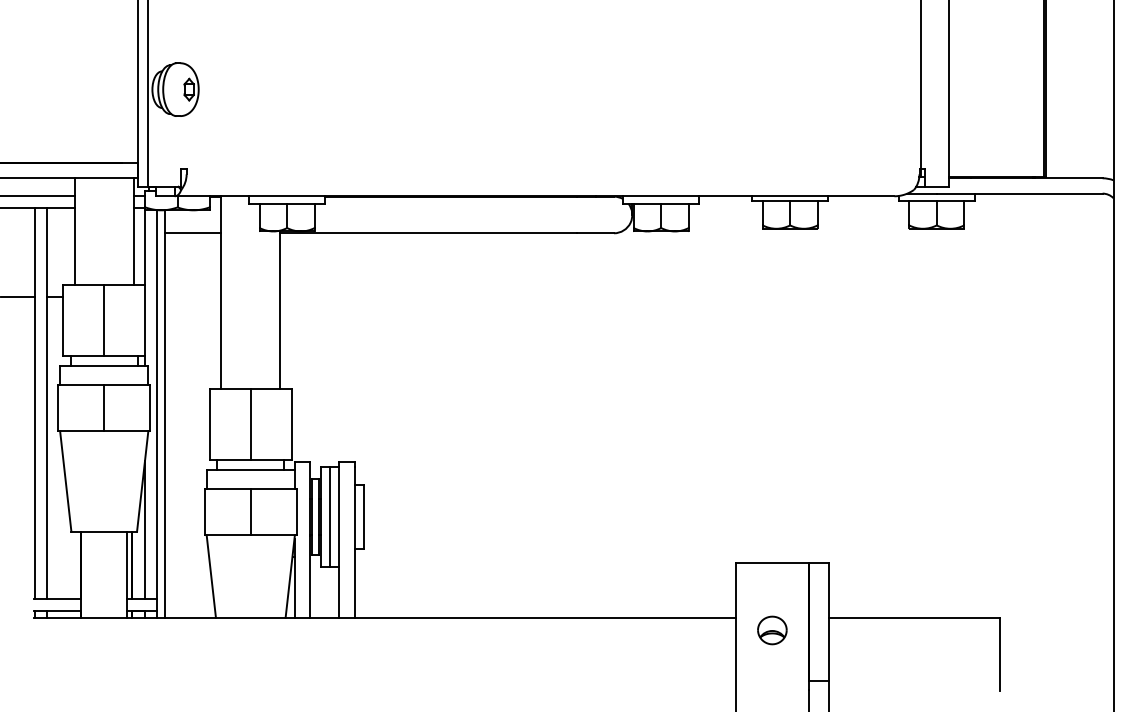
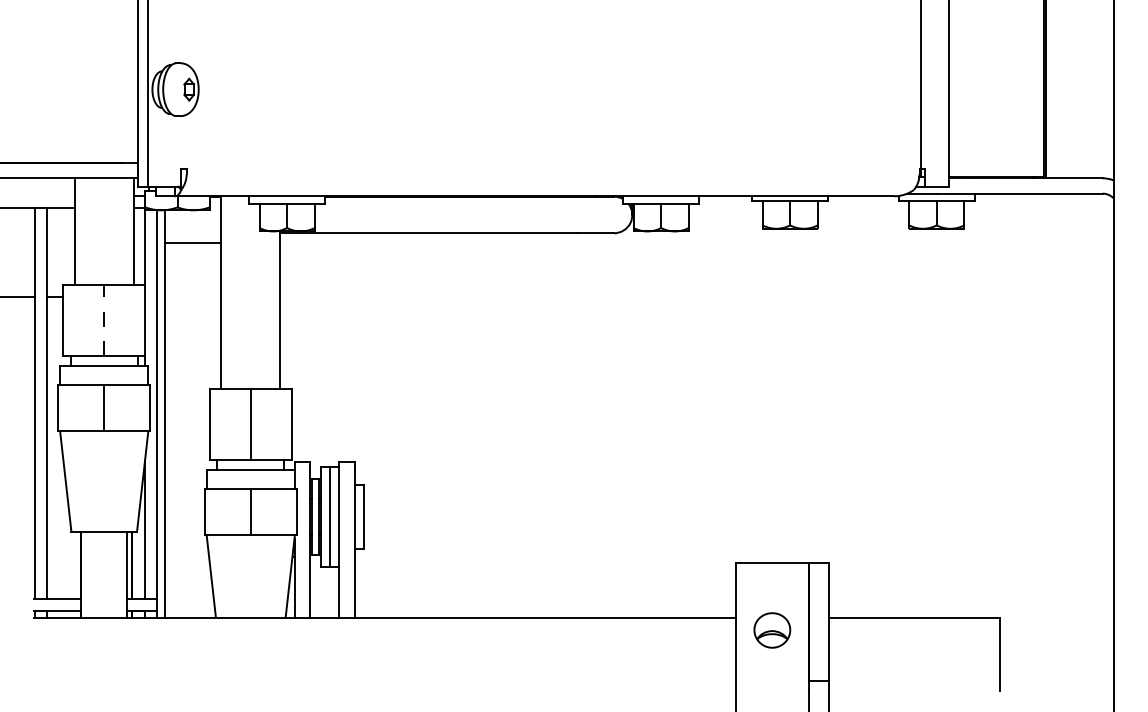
line at (38, 195): present -> none
line at (192, 233) position: (192, 233) -> (192, 243)
line at (104, 320): solid -> dashed
part at (772, 630) size: 31x31 px -> 39x37 px
